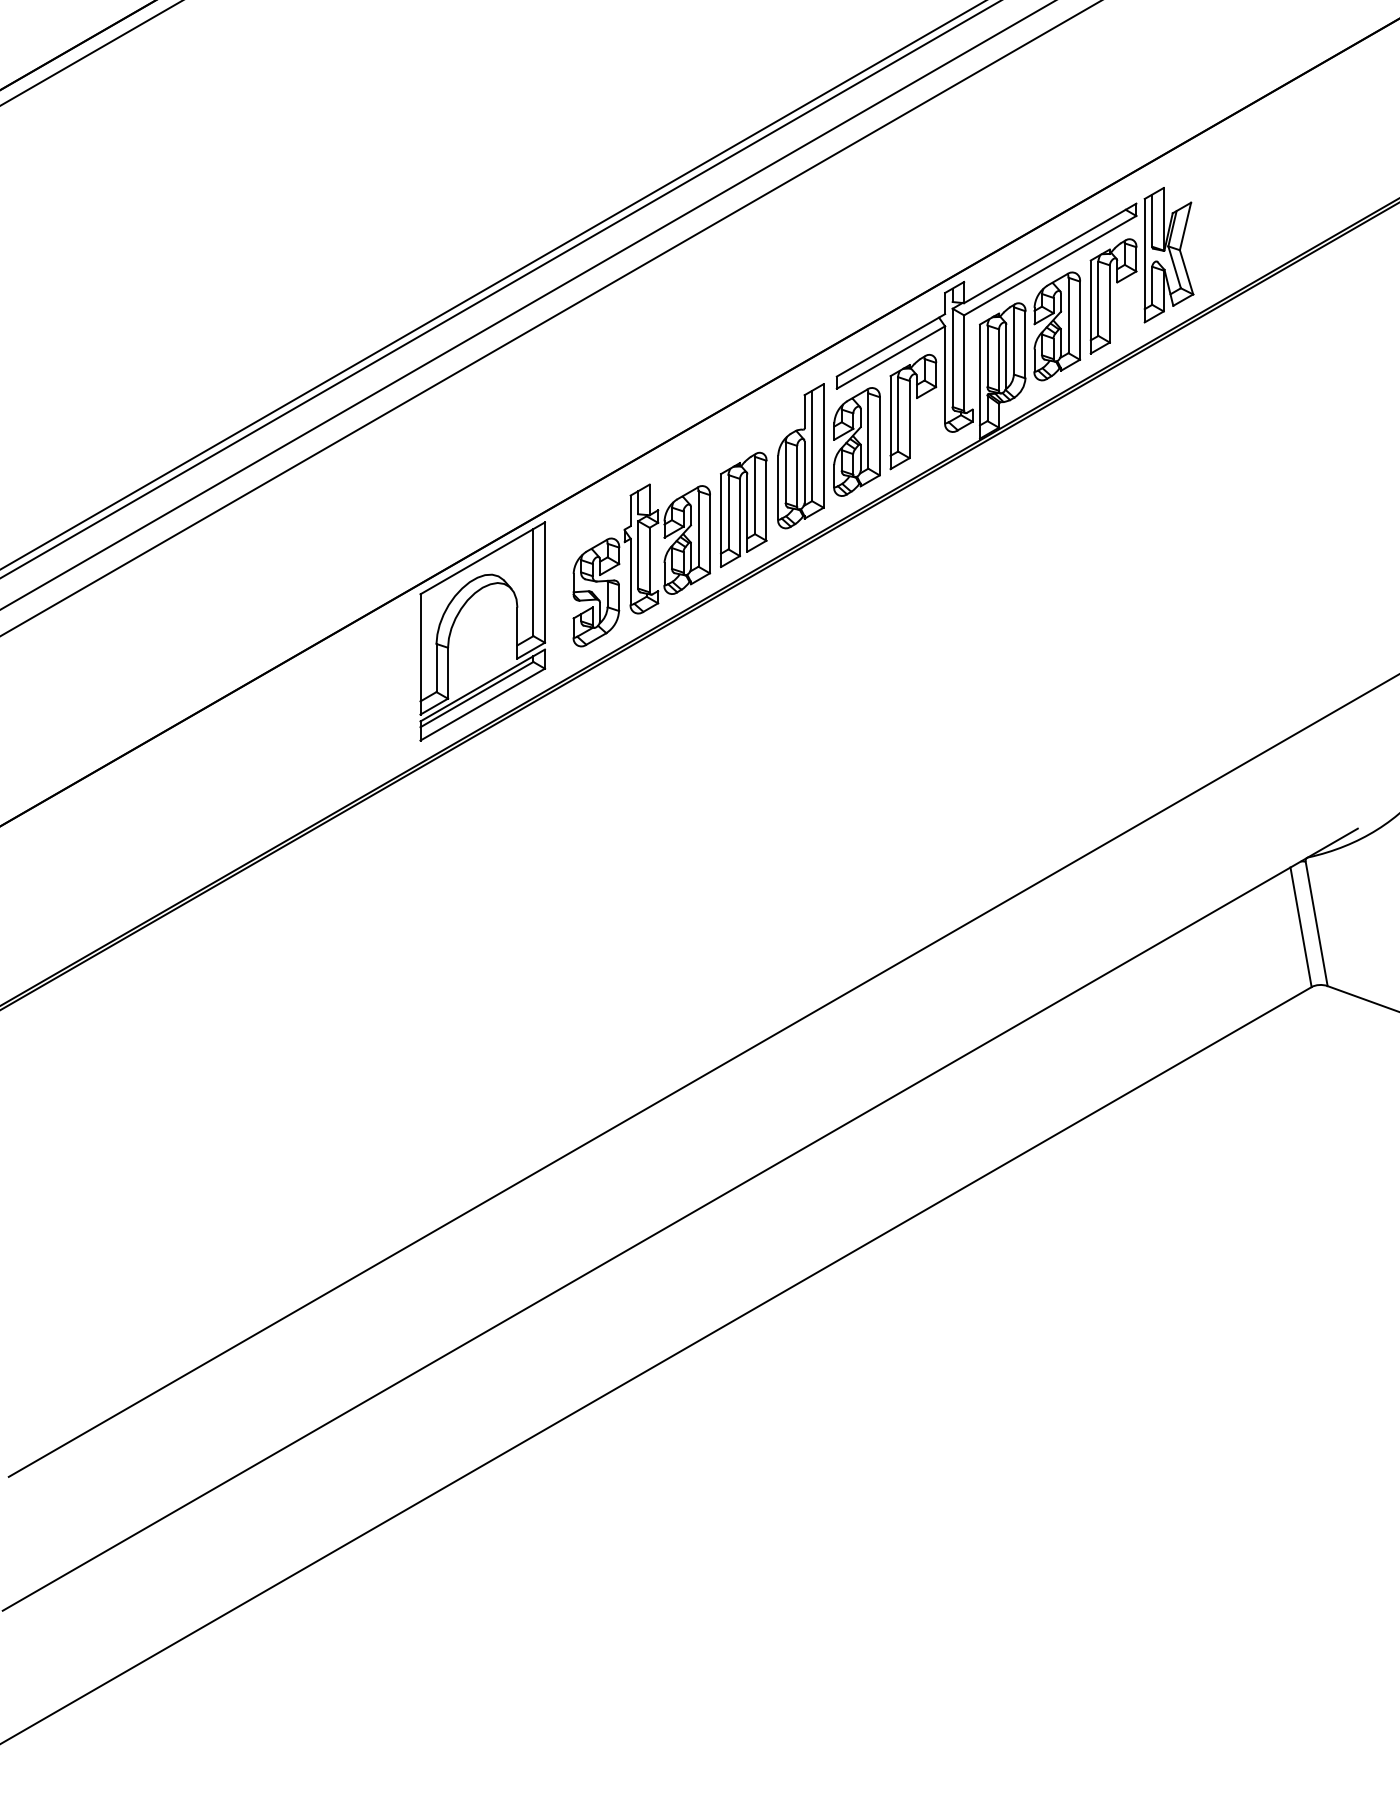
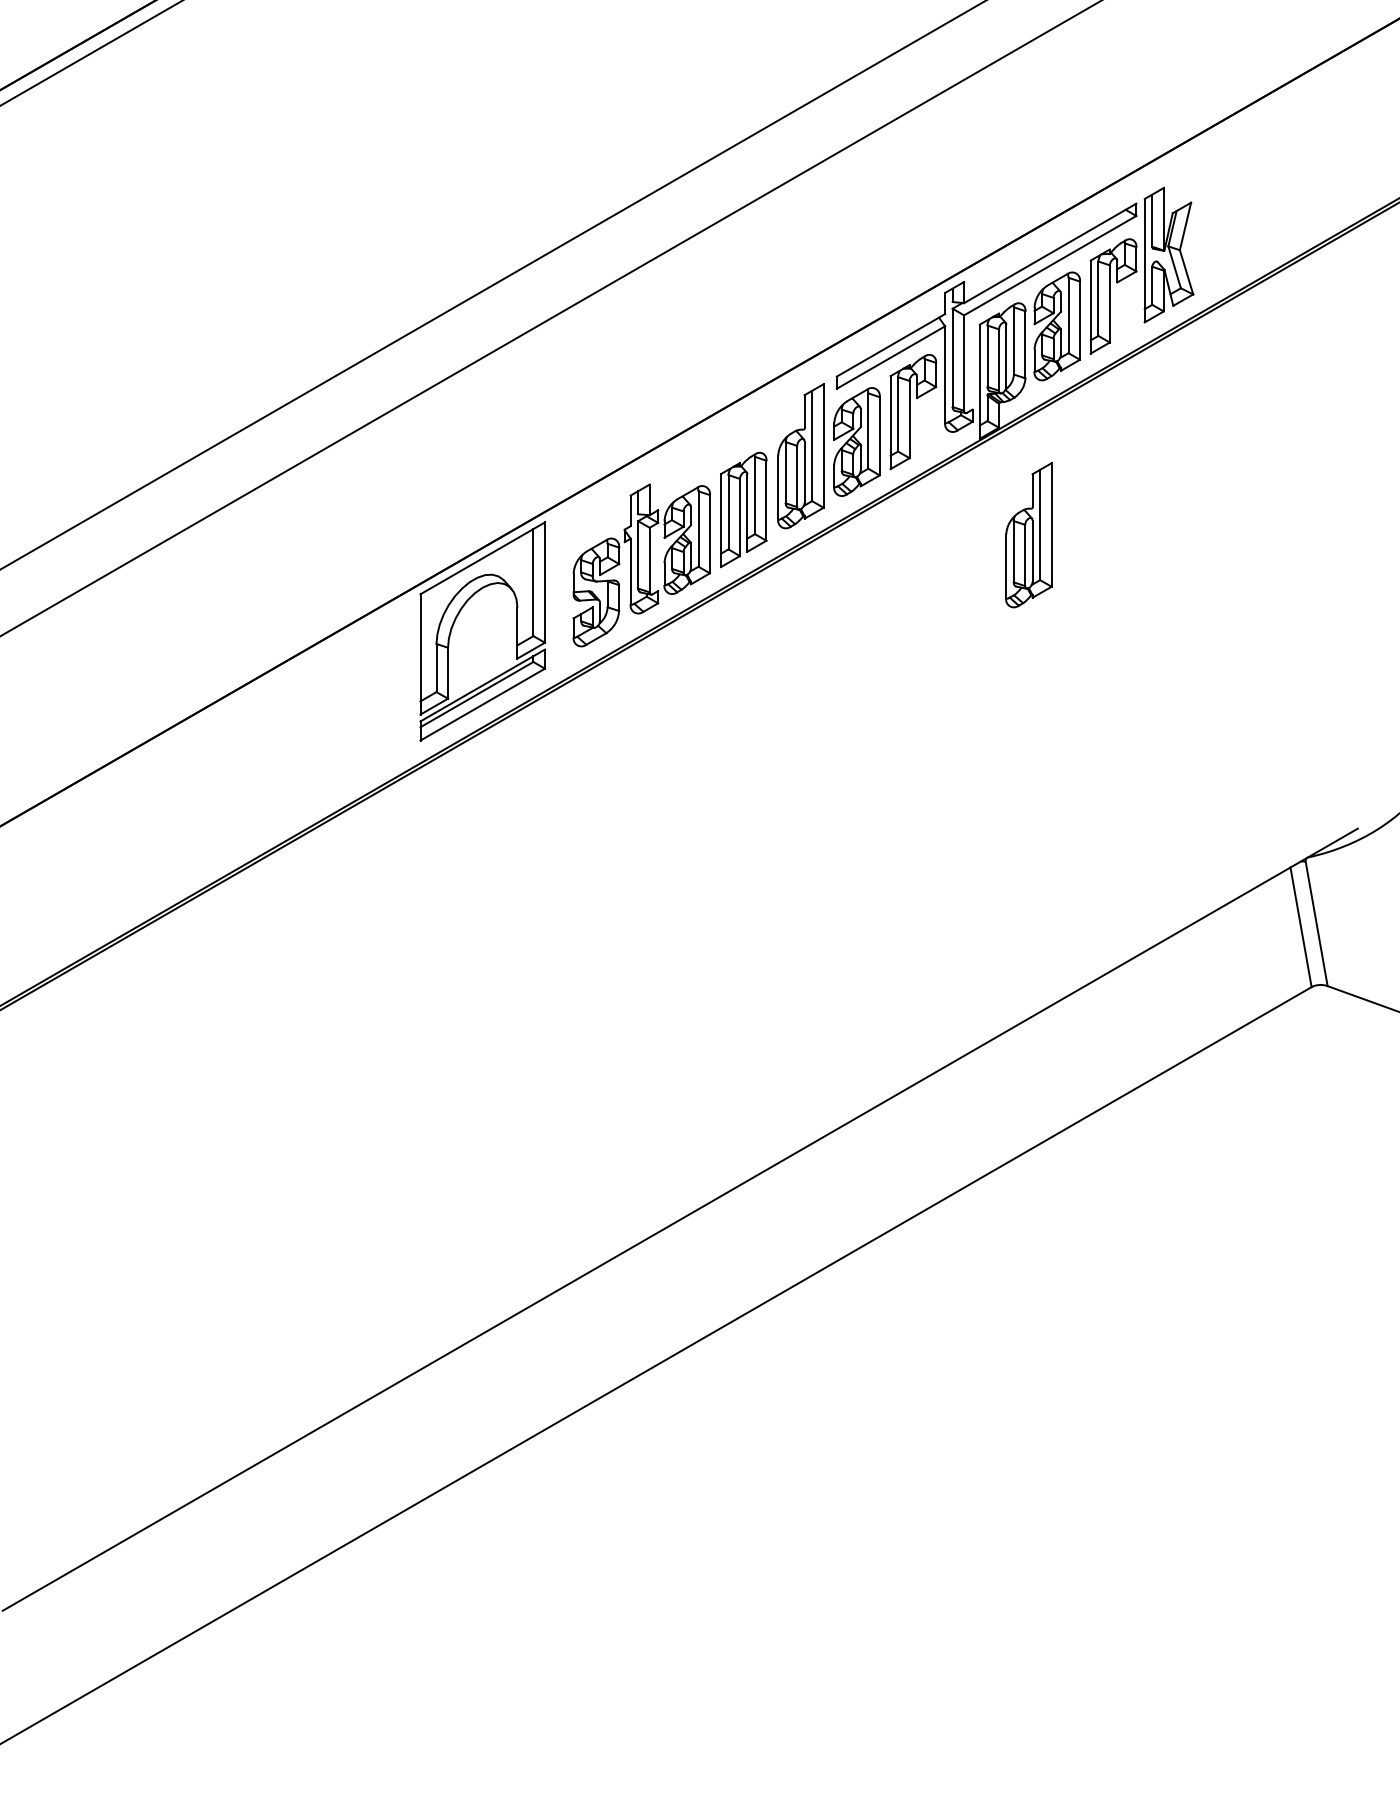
line at (500, 289): present -> none
line at (527, 305): present -> none
part at (1028, 535): none -> present
line at (702, 1076): present -> none
